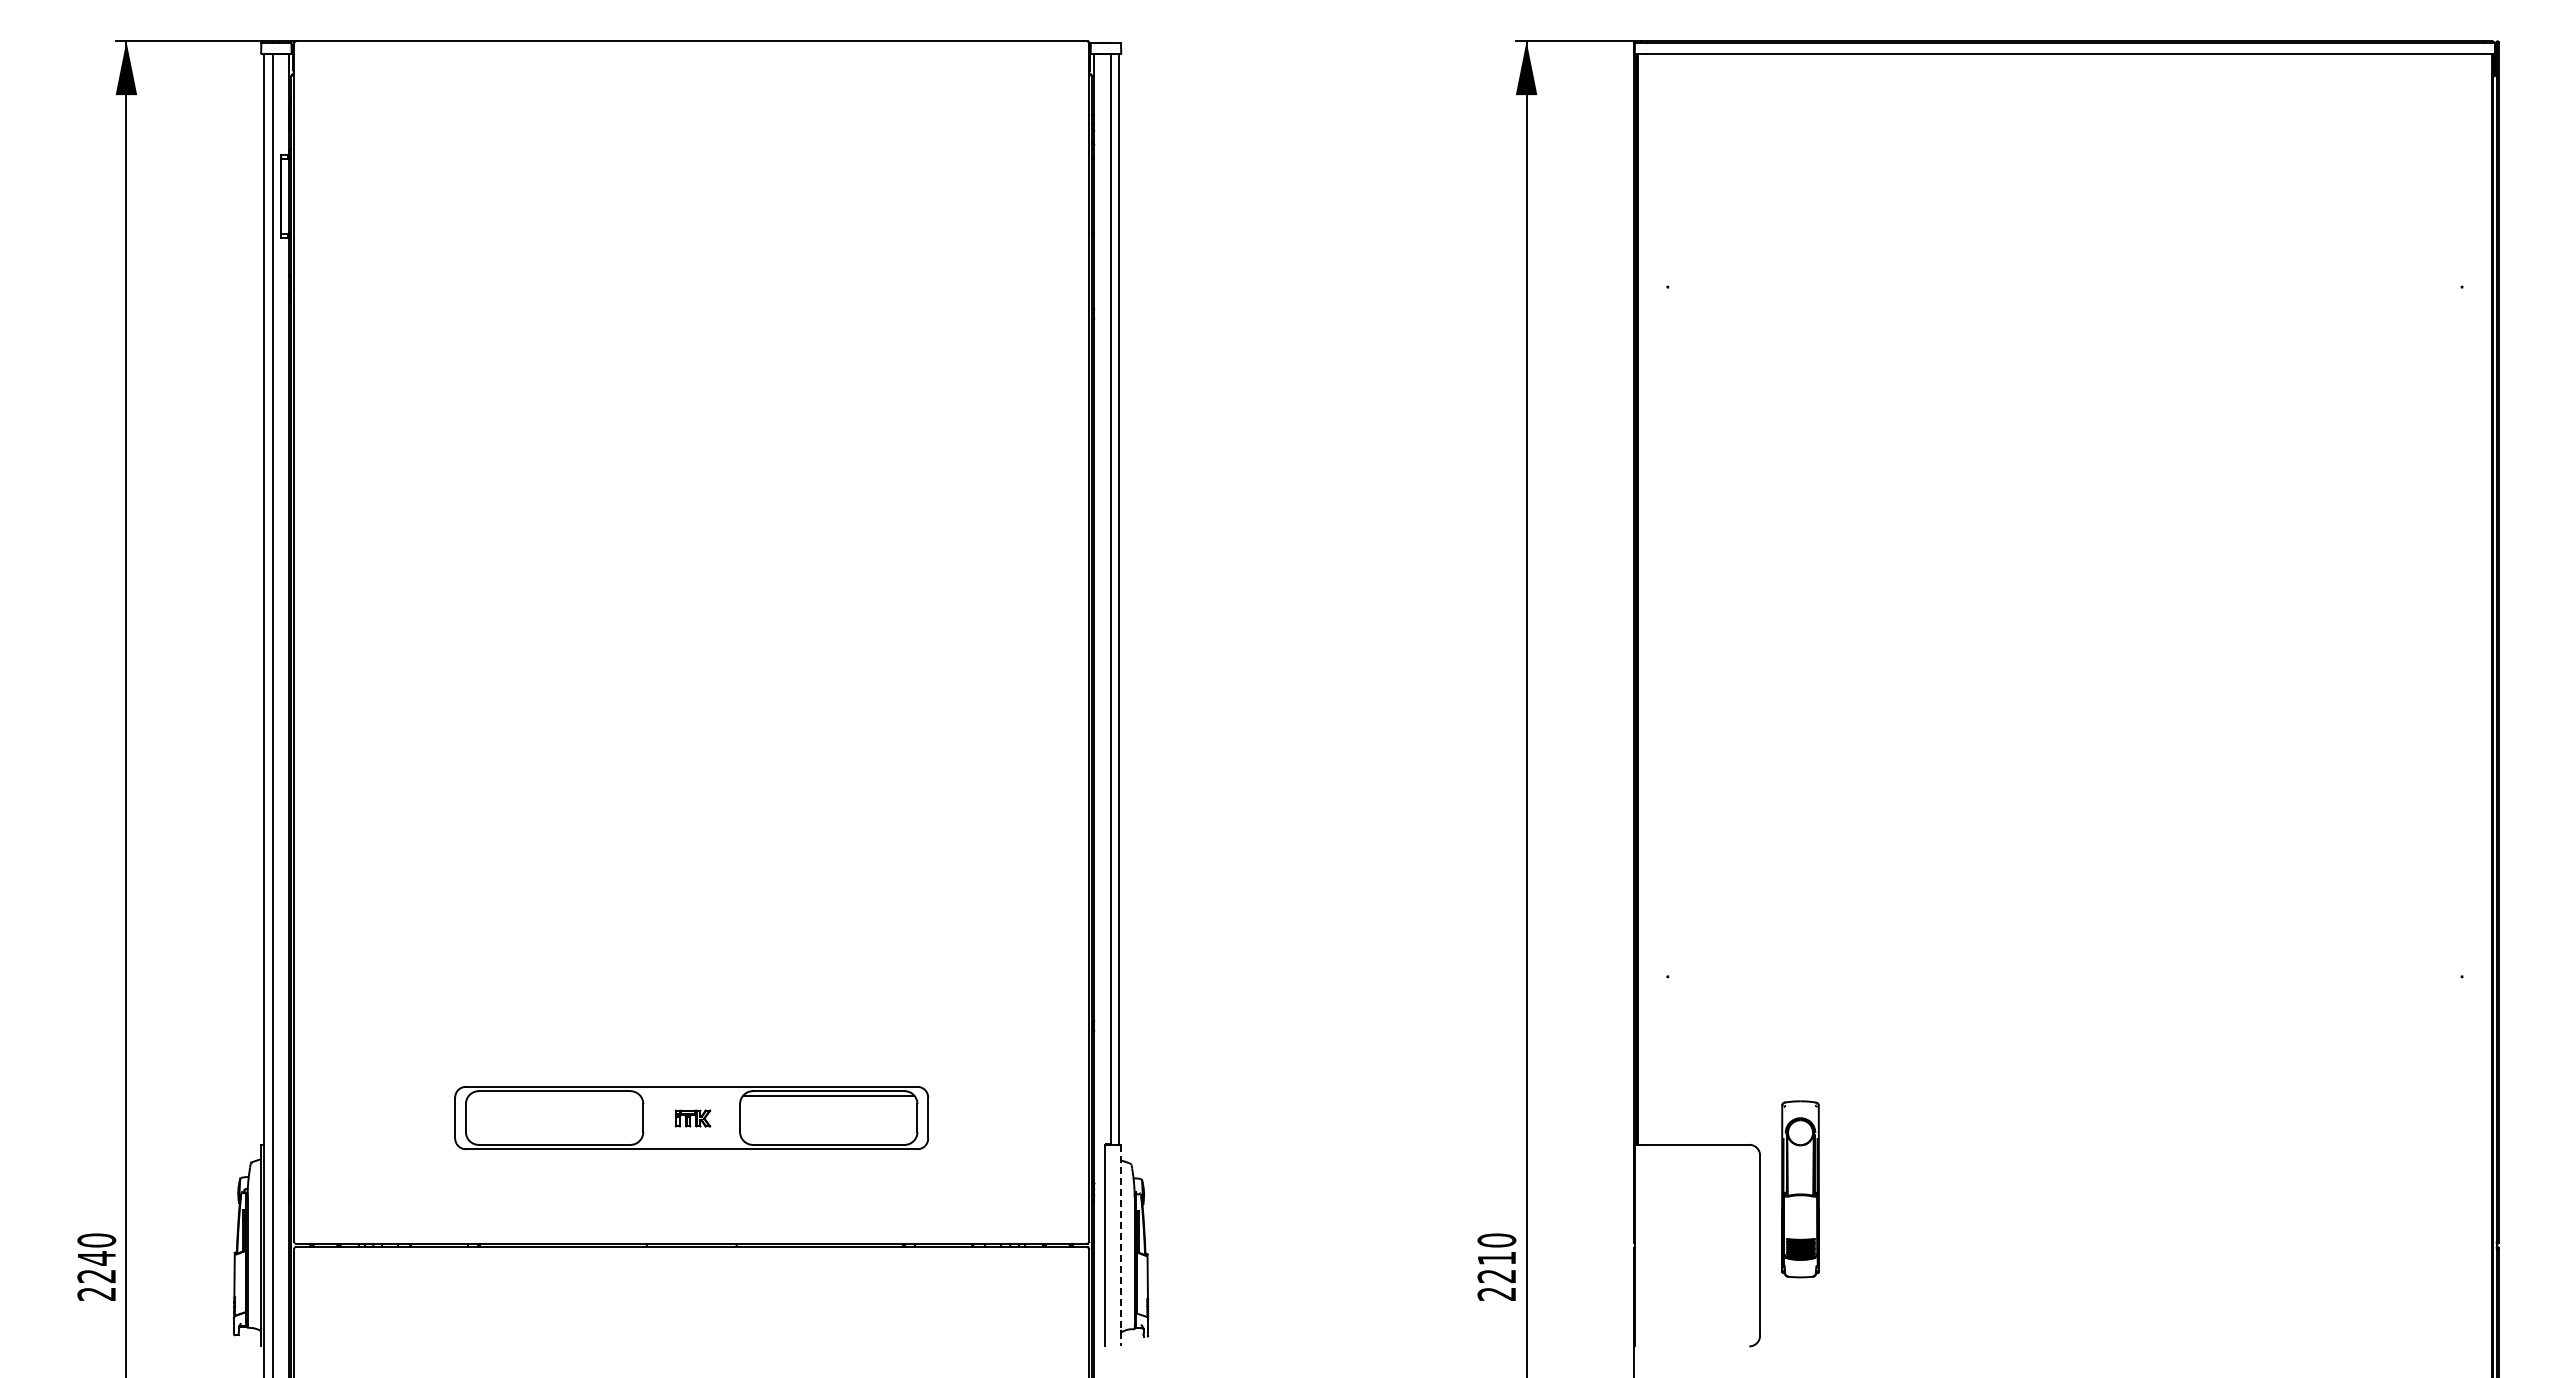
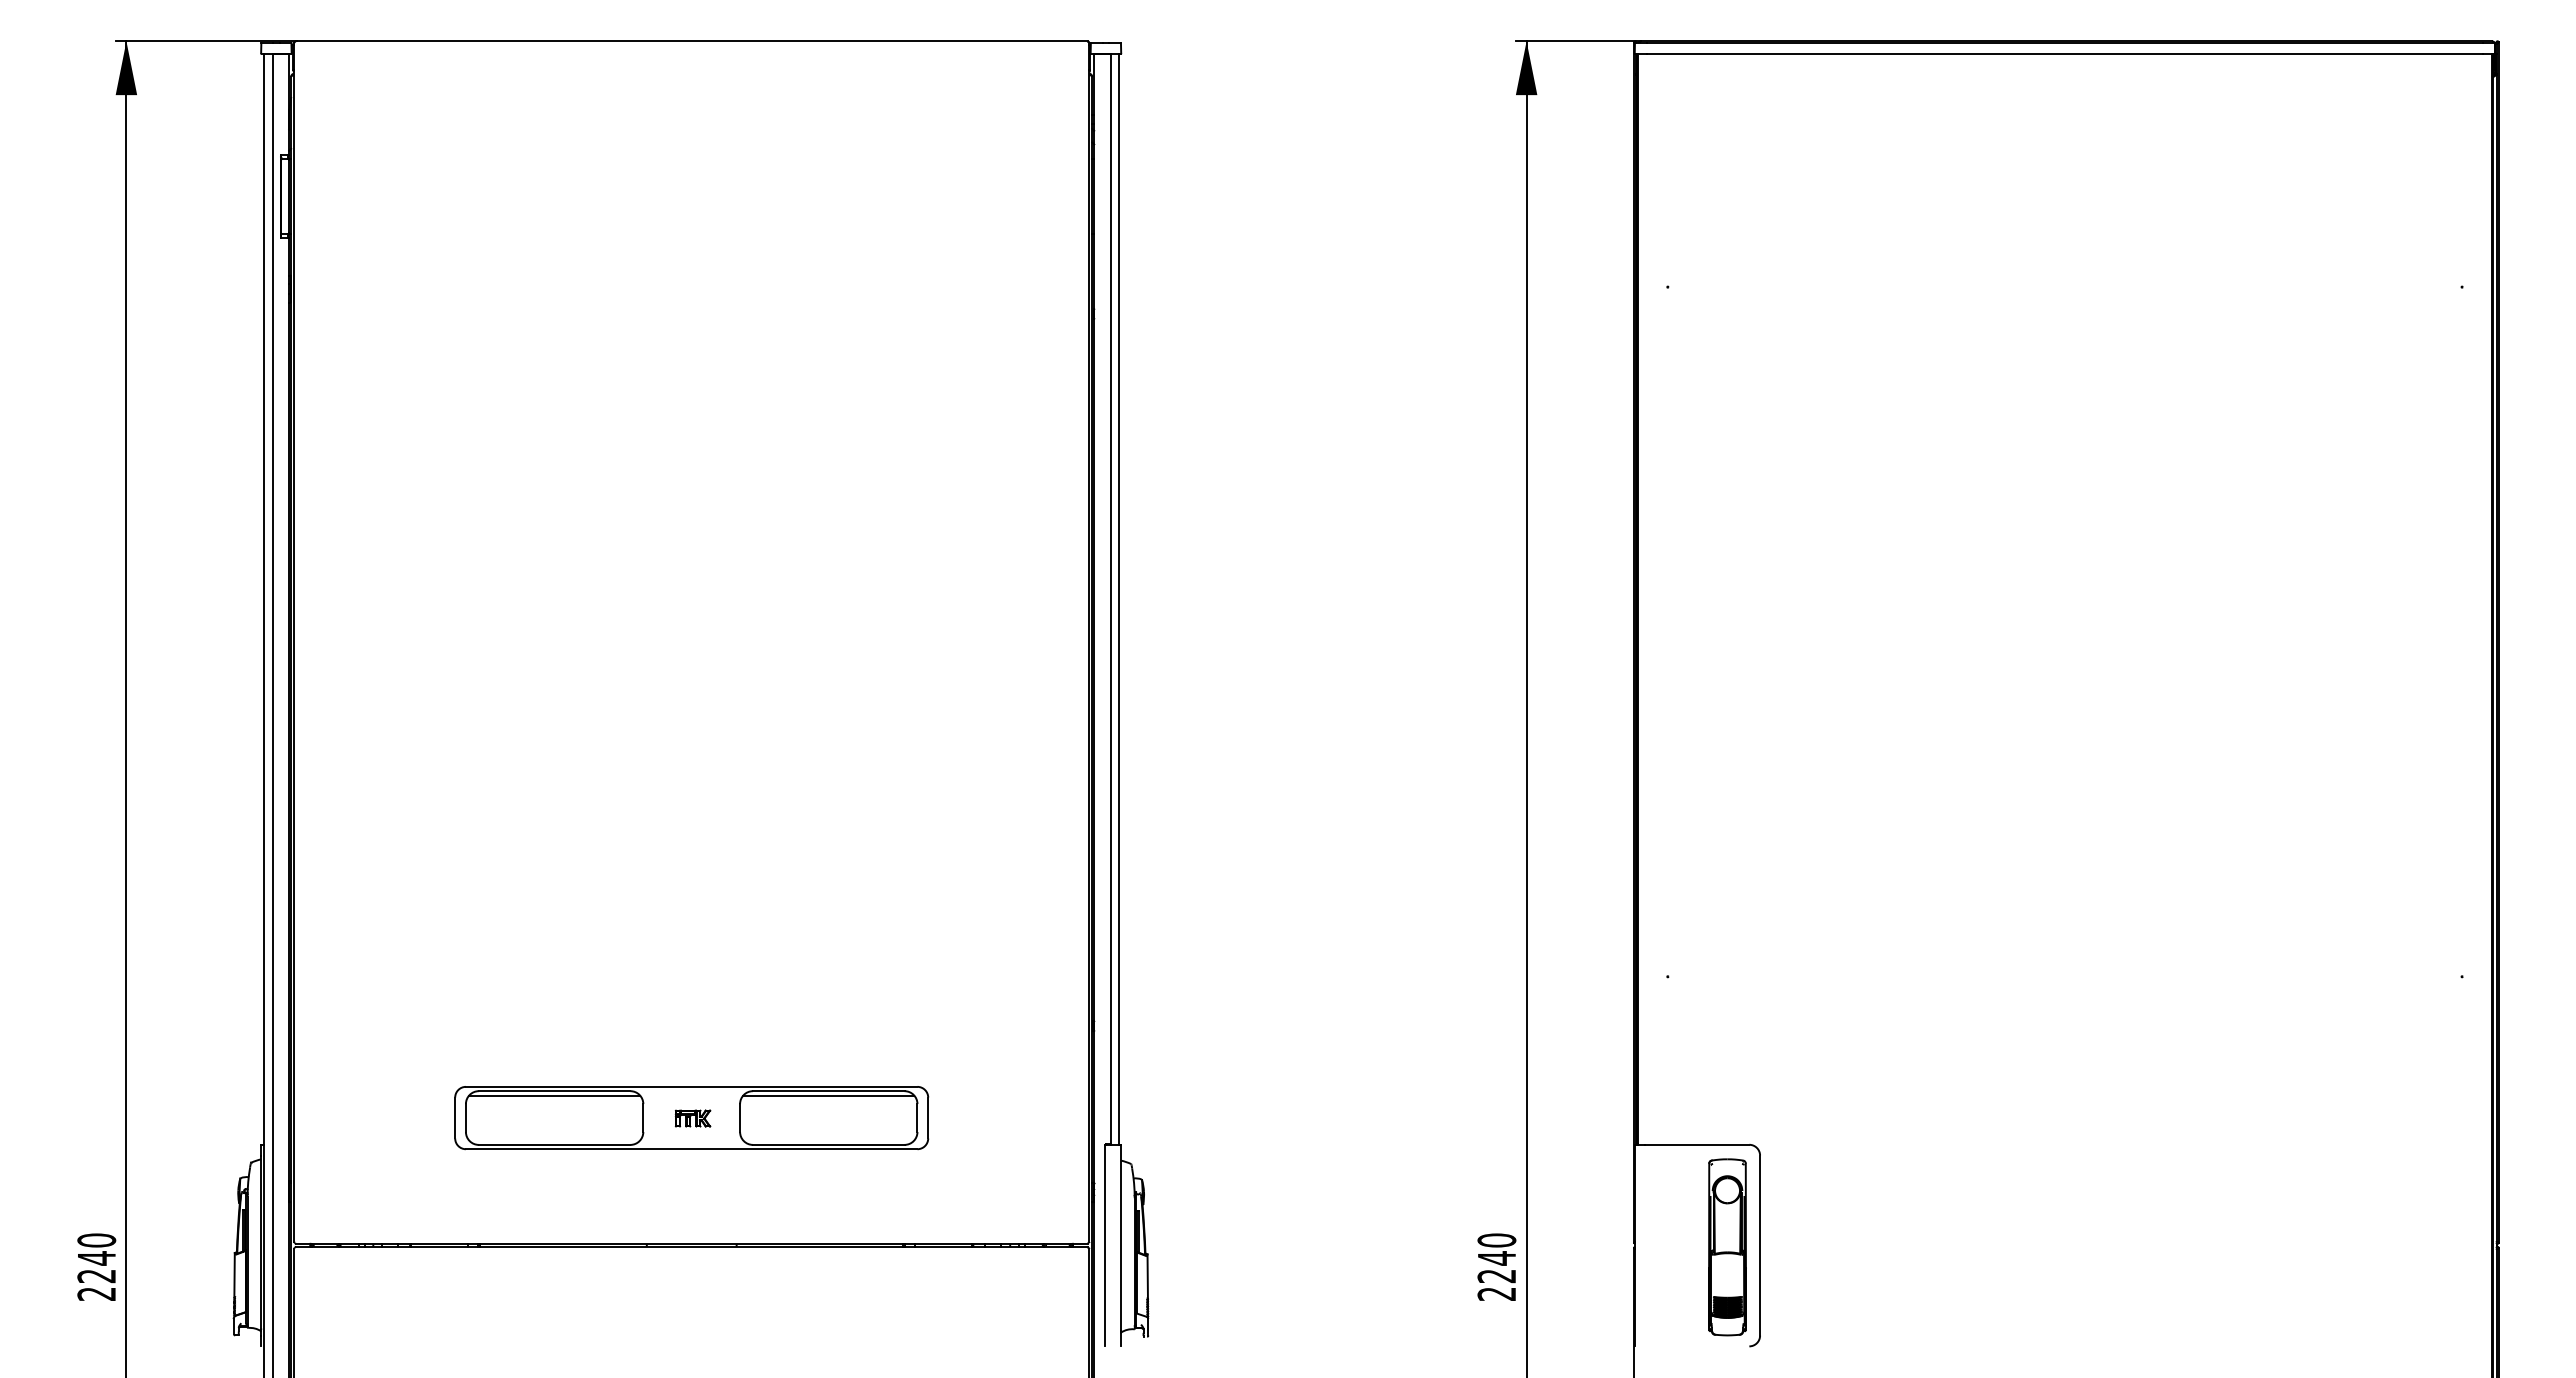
line at (554, 1095): none -> present
part at (1800, 1189) position: (1800, 1189) -> (1727, 1247)
line at (1120, 1245): dashed -> solid
text at (1496, 1258): 2210 -> 2240
